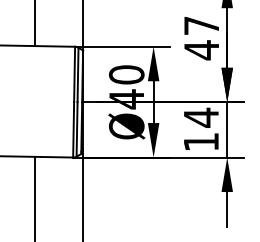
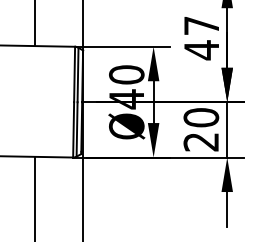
text at (201, 129): 14 -> 20
